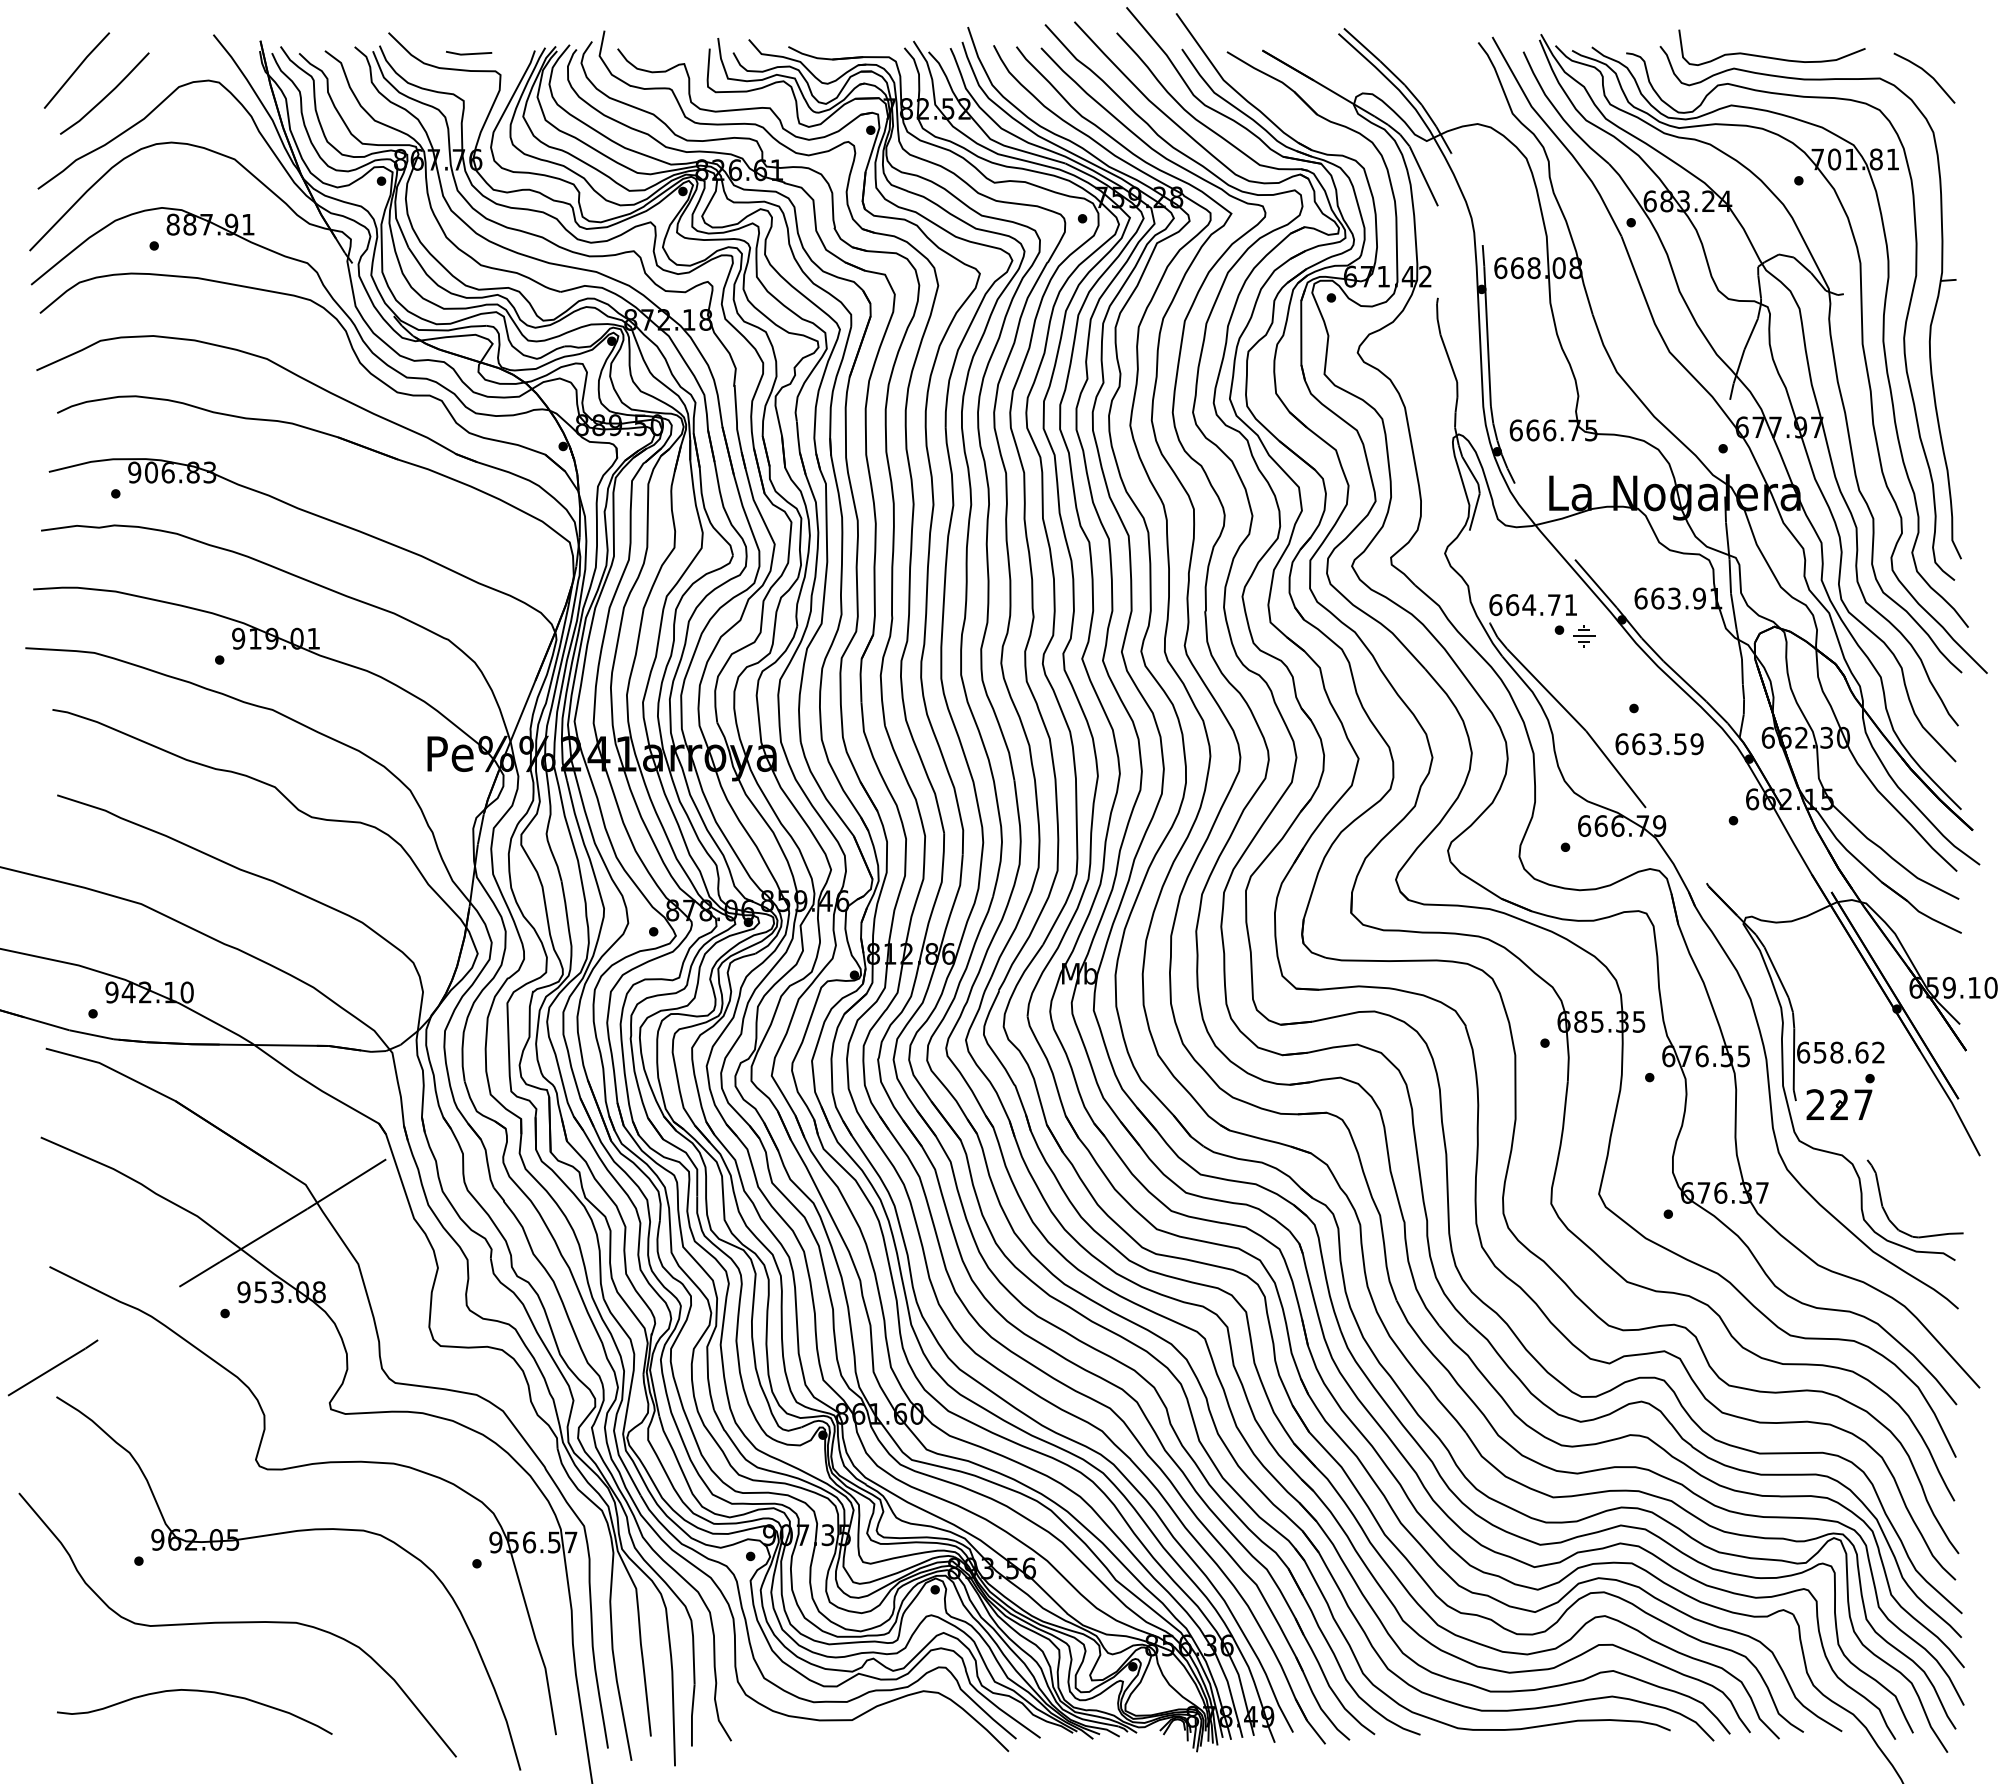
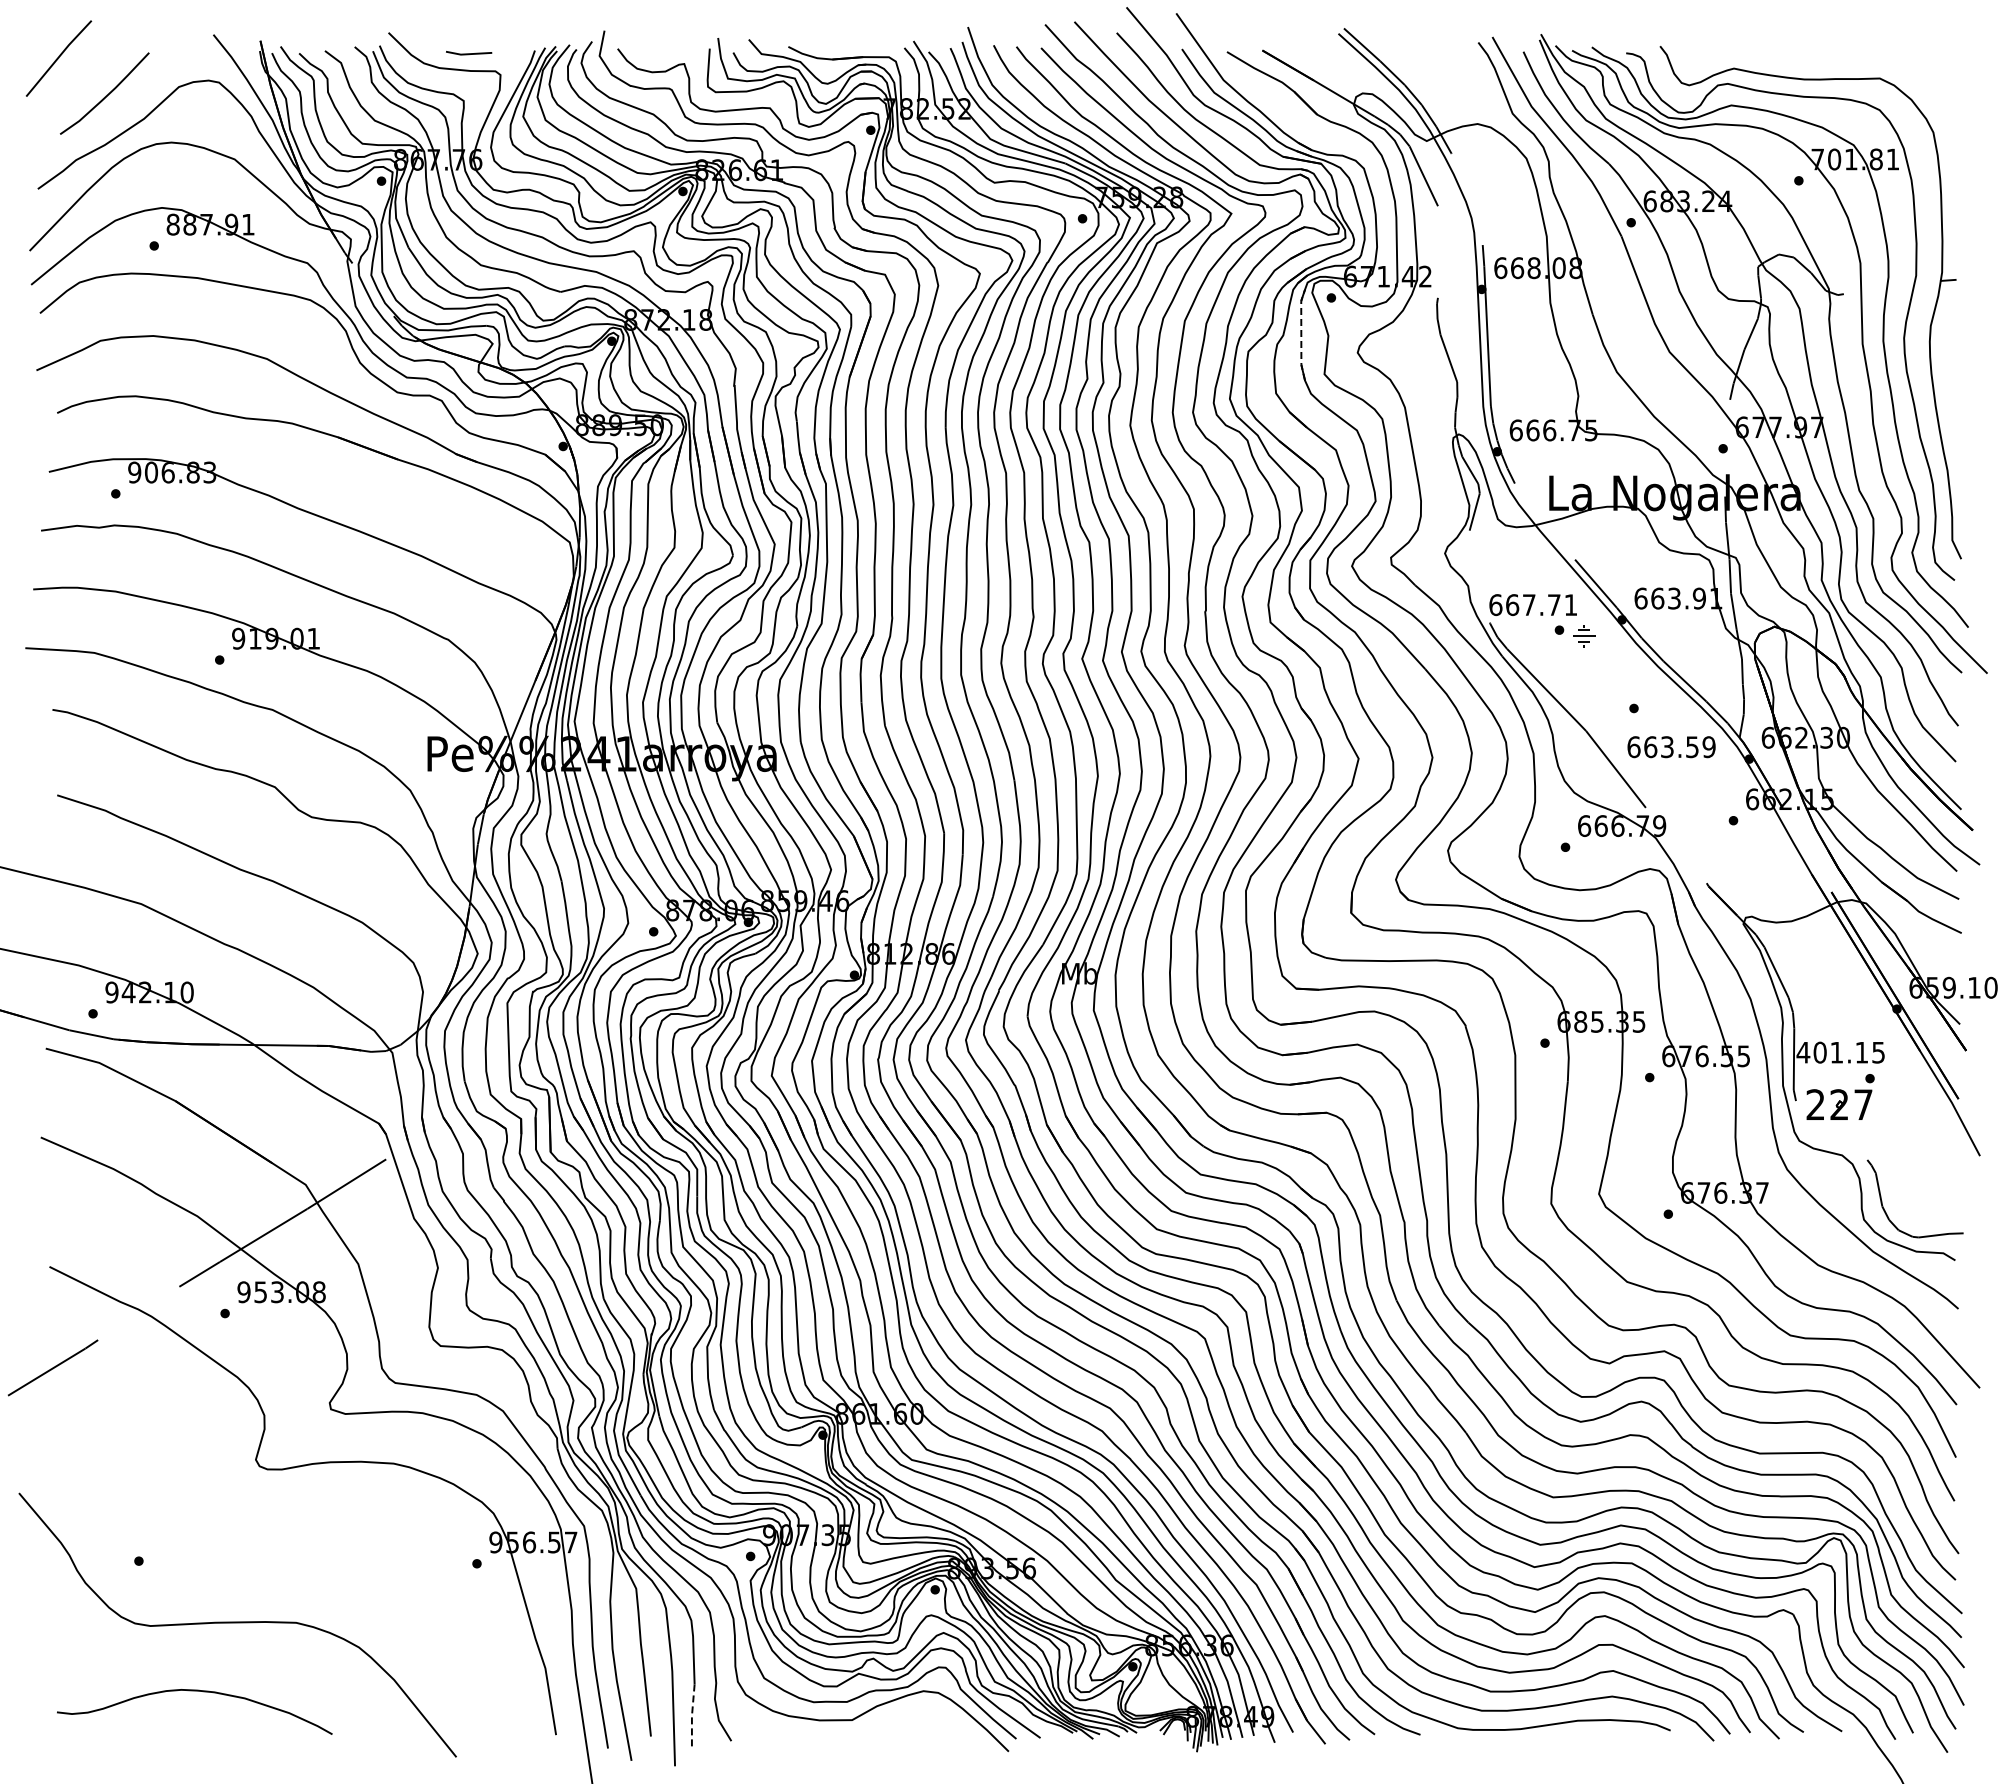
curve at (1769, 56): present -> none
line at (77, 70) position: (77, 70) -> (59, 58)
line at (1927, 74): present -> none
line at (1301, 334): solid -> dashed
text at (1529, 604): 664.71 -> 667.71
text at (1659, 744) position: (1659, 744) -> (1671, 747)
text at (1840, 1052): 658.62 -> 401.15
part at (281, 1534): present -> none
line at (691, 1716): solid -> dashed
